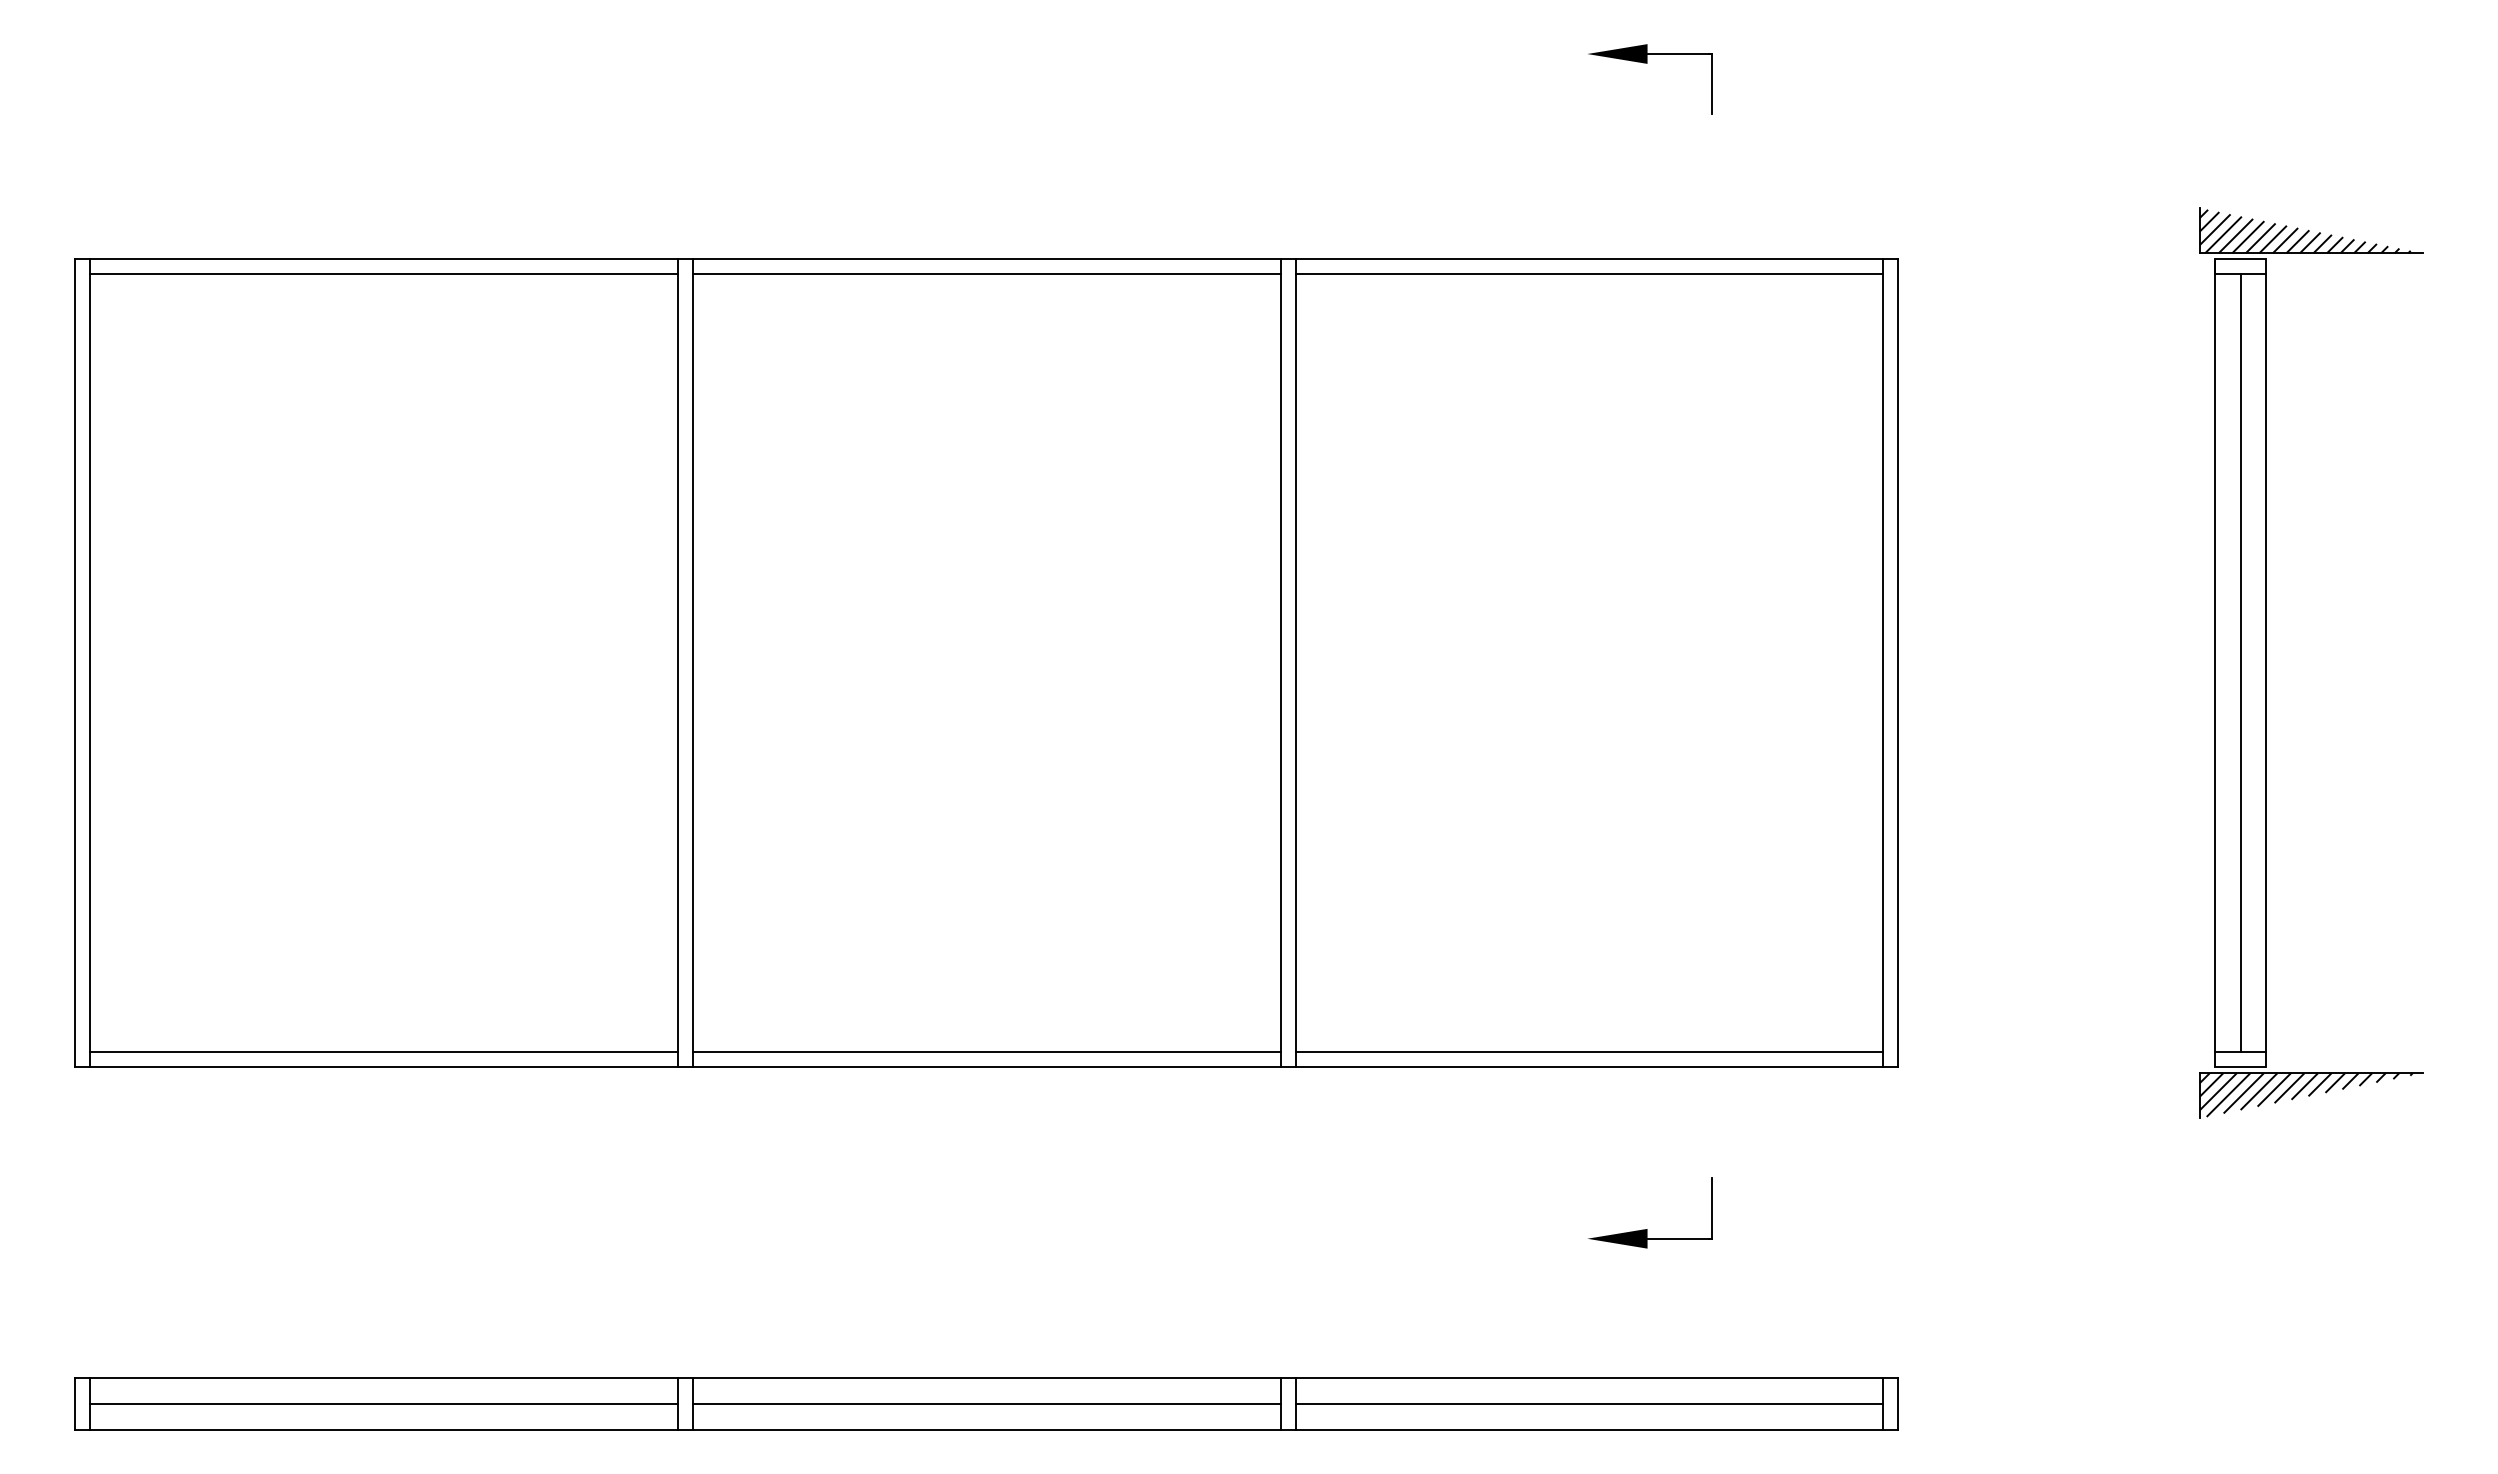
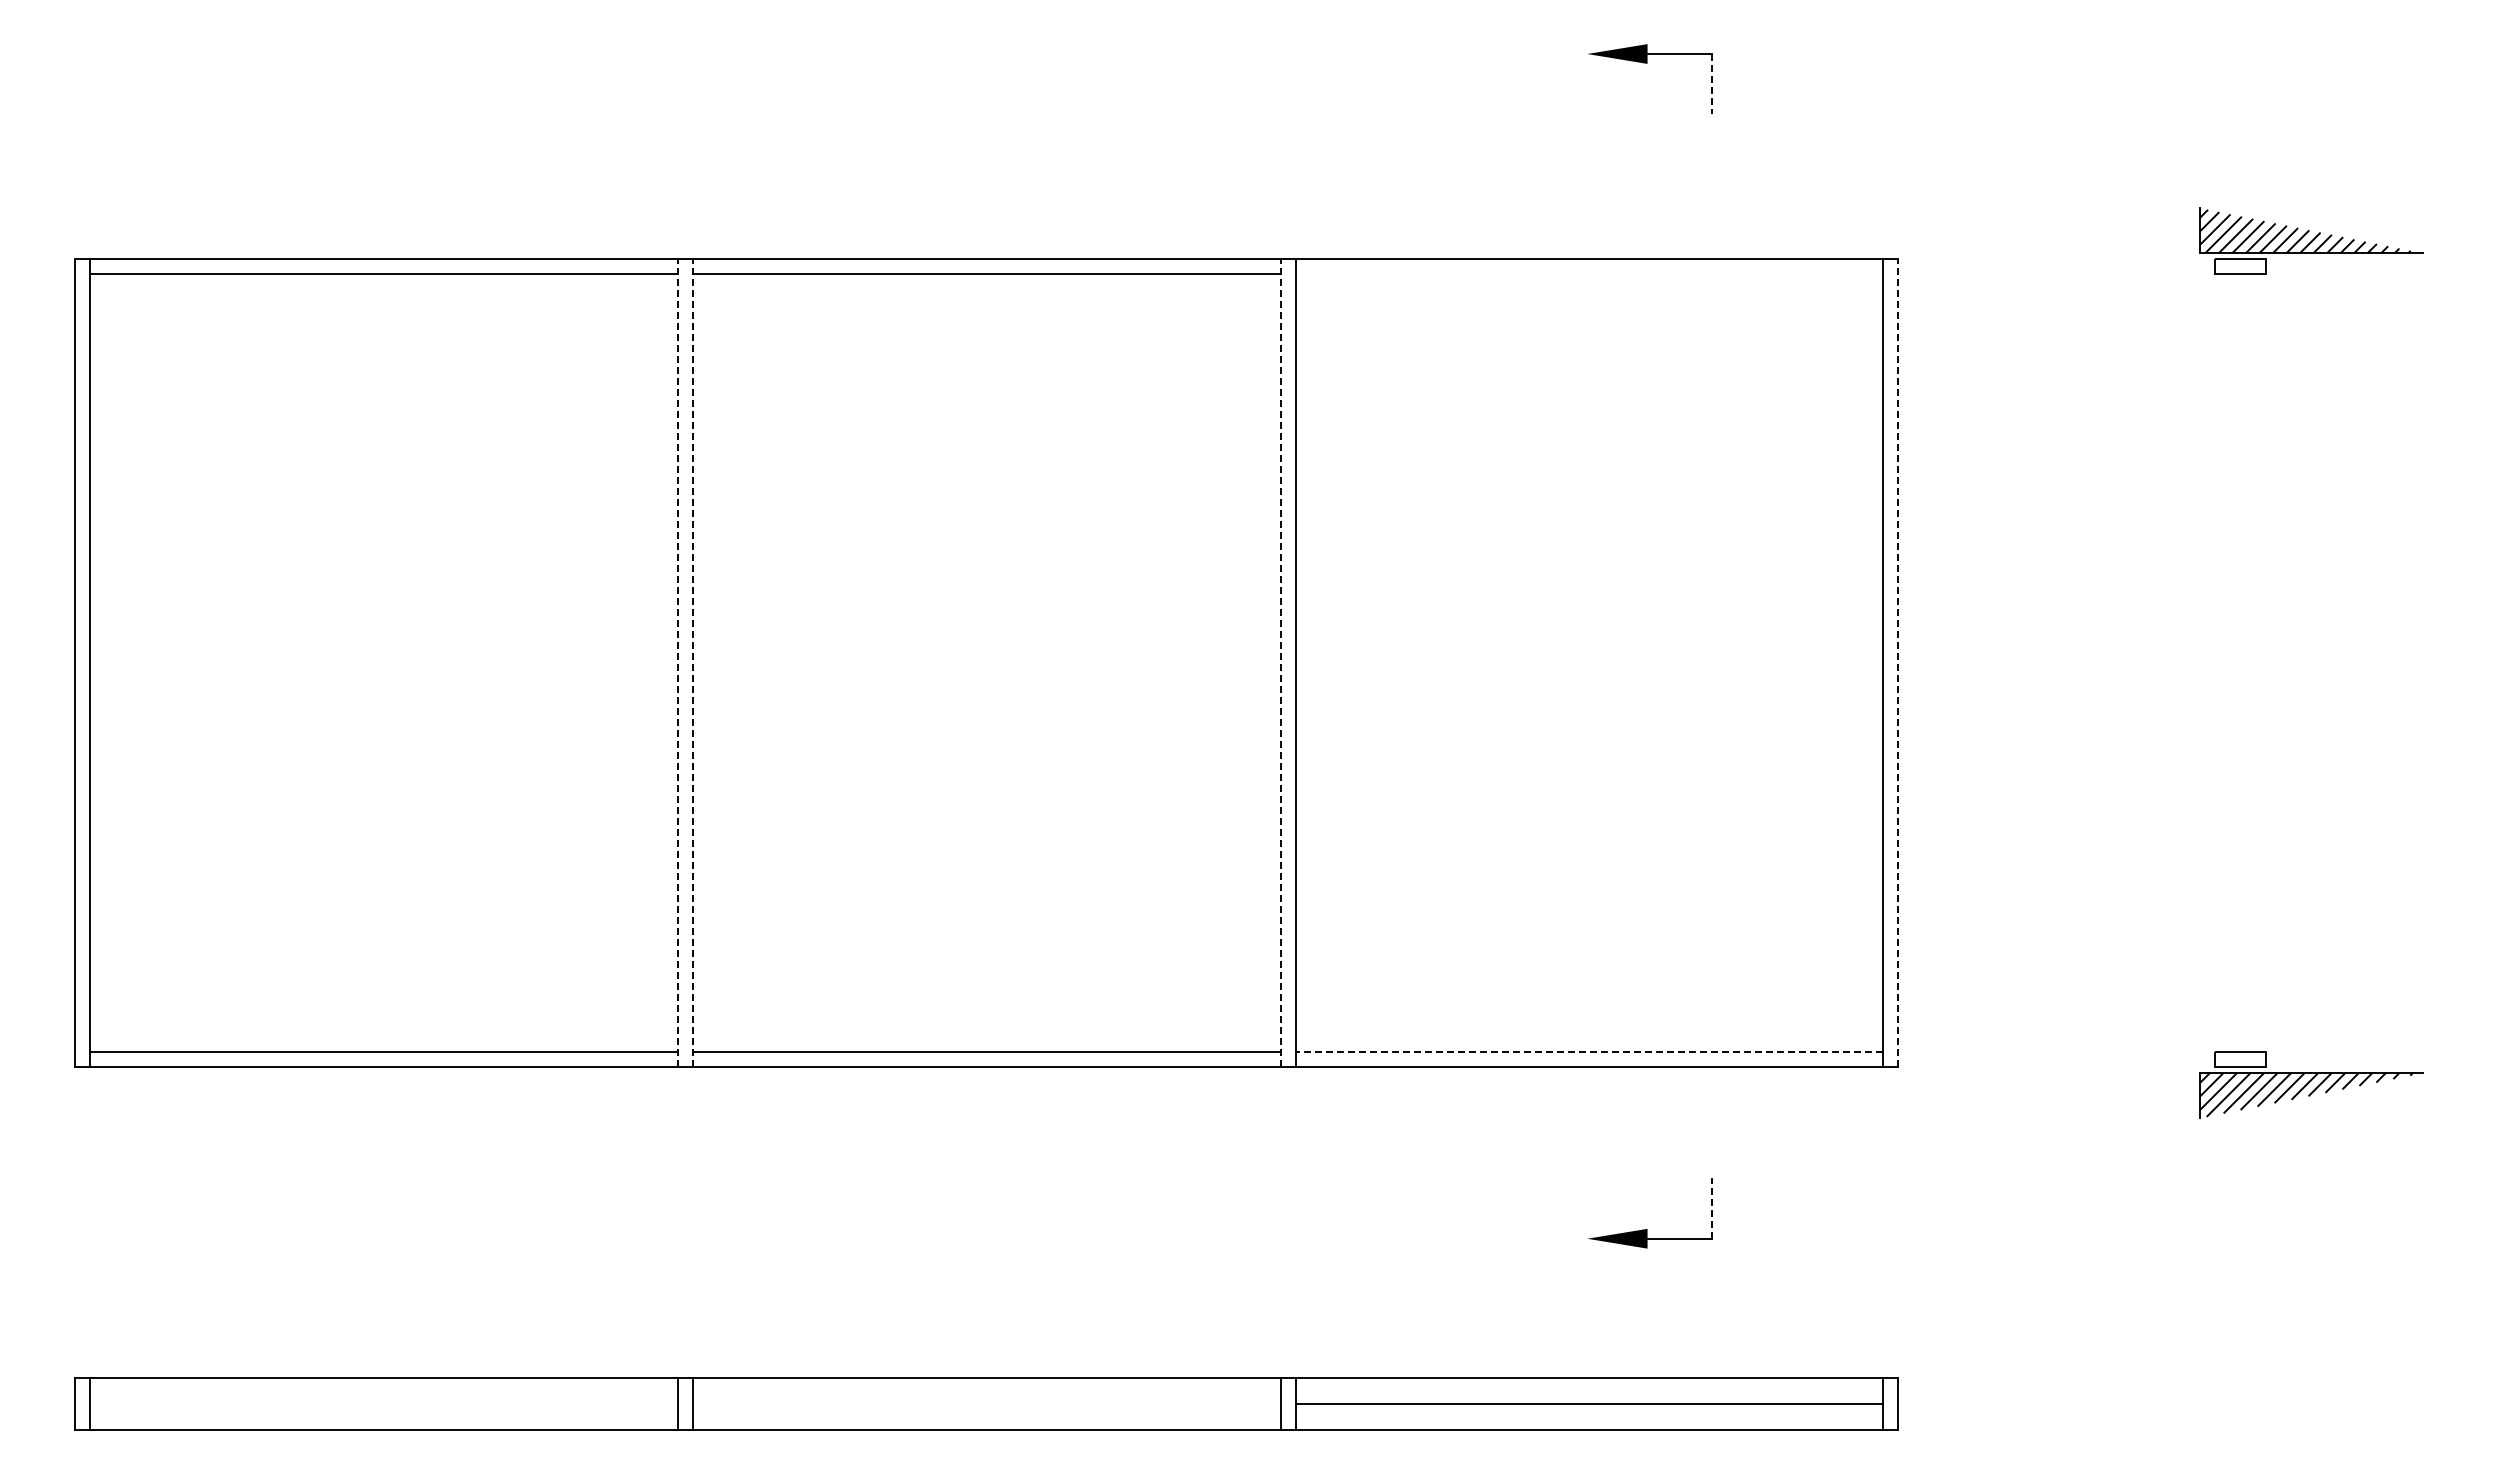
line at (1711, 84): solid -> dashed
line at (1589, 274): present -> none
line at (2214, 655): present -> none
line at (677, 663): solid -> dashed
line at (692, 663): solid -> dashed
line at (1280, 663): solid -> dashed
line at (1898, 663): solid -> dashed
line at (2240, 663): present -> none
line at (2266, 663): present -> none
line at (1589, 1052): solid -> dashed
line at (1711, 1208): solid -> dashed
line at (383, 1404): present -> none
line at (986, 1404): present -> none
